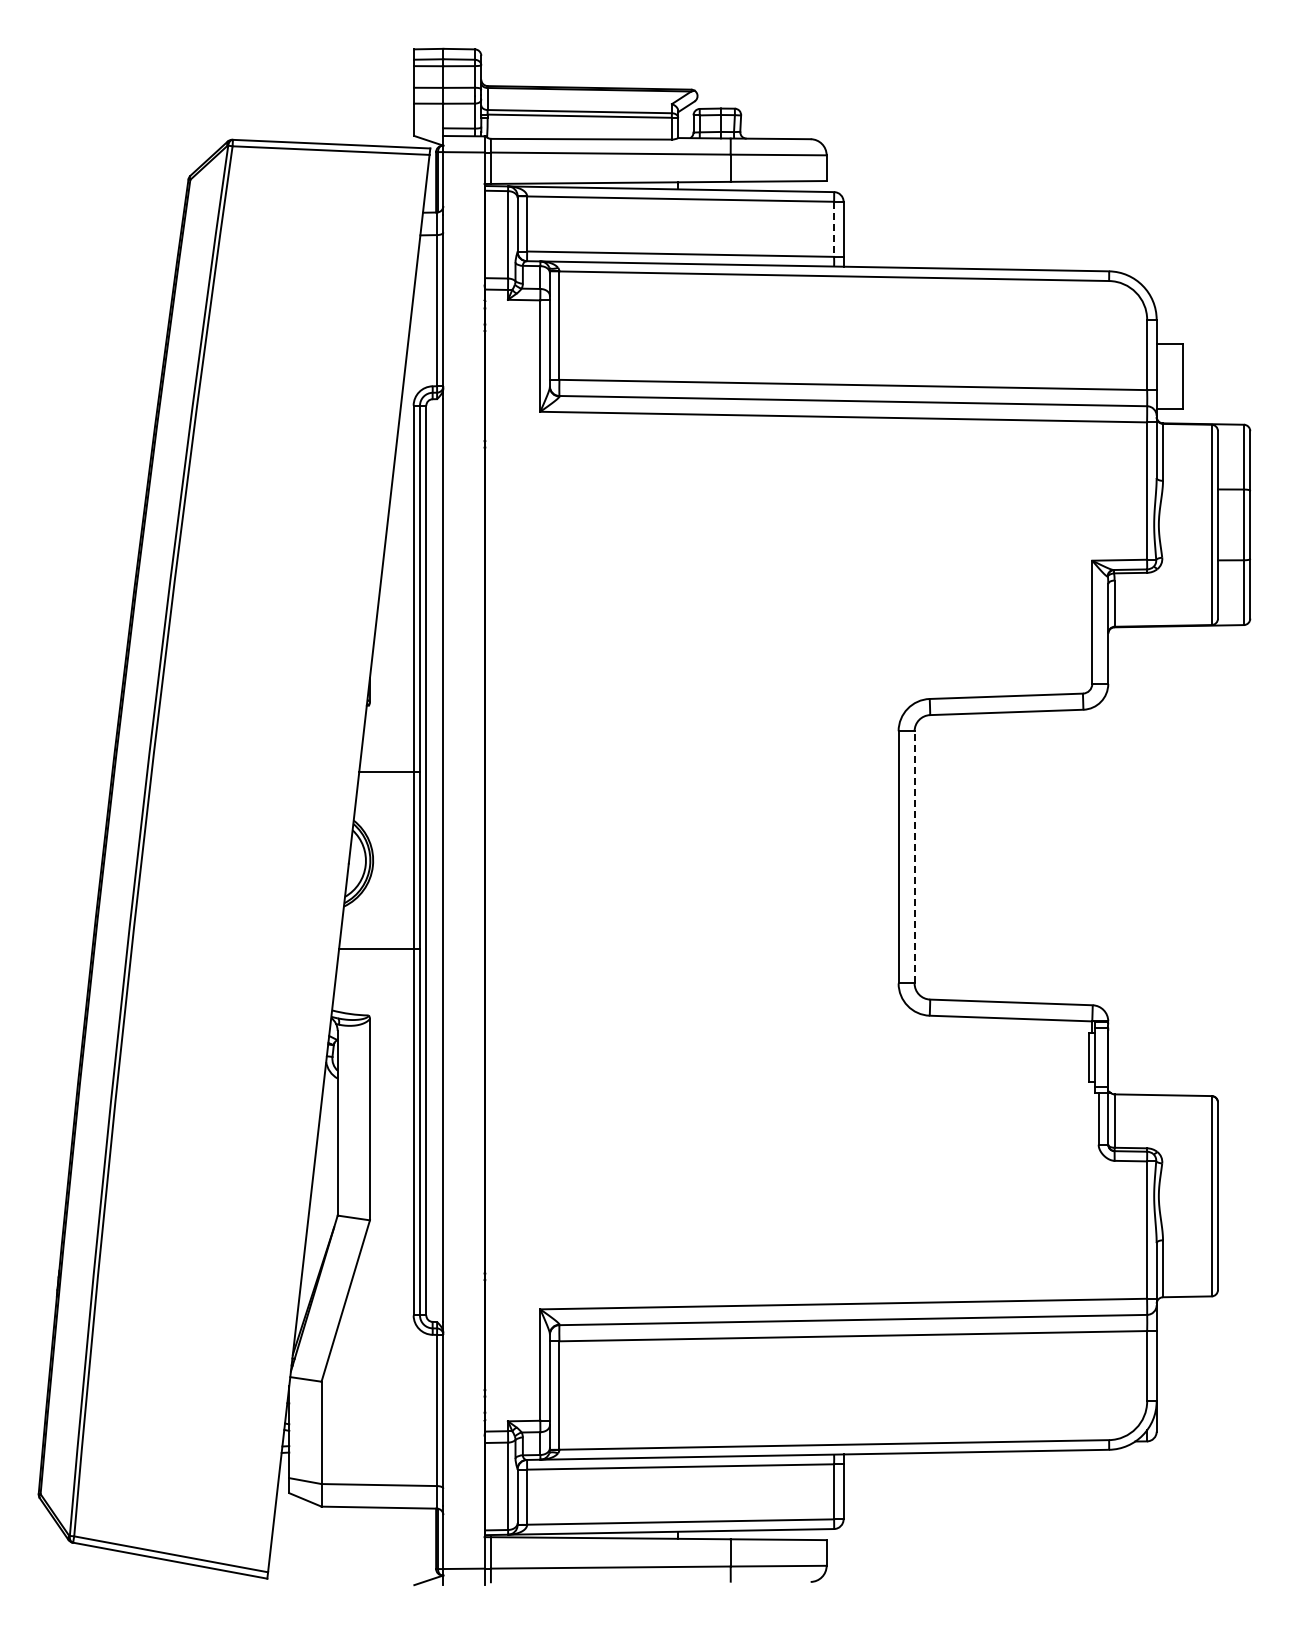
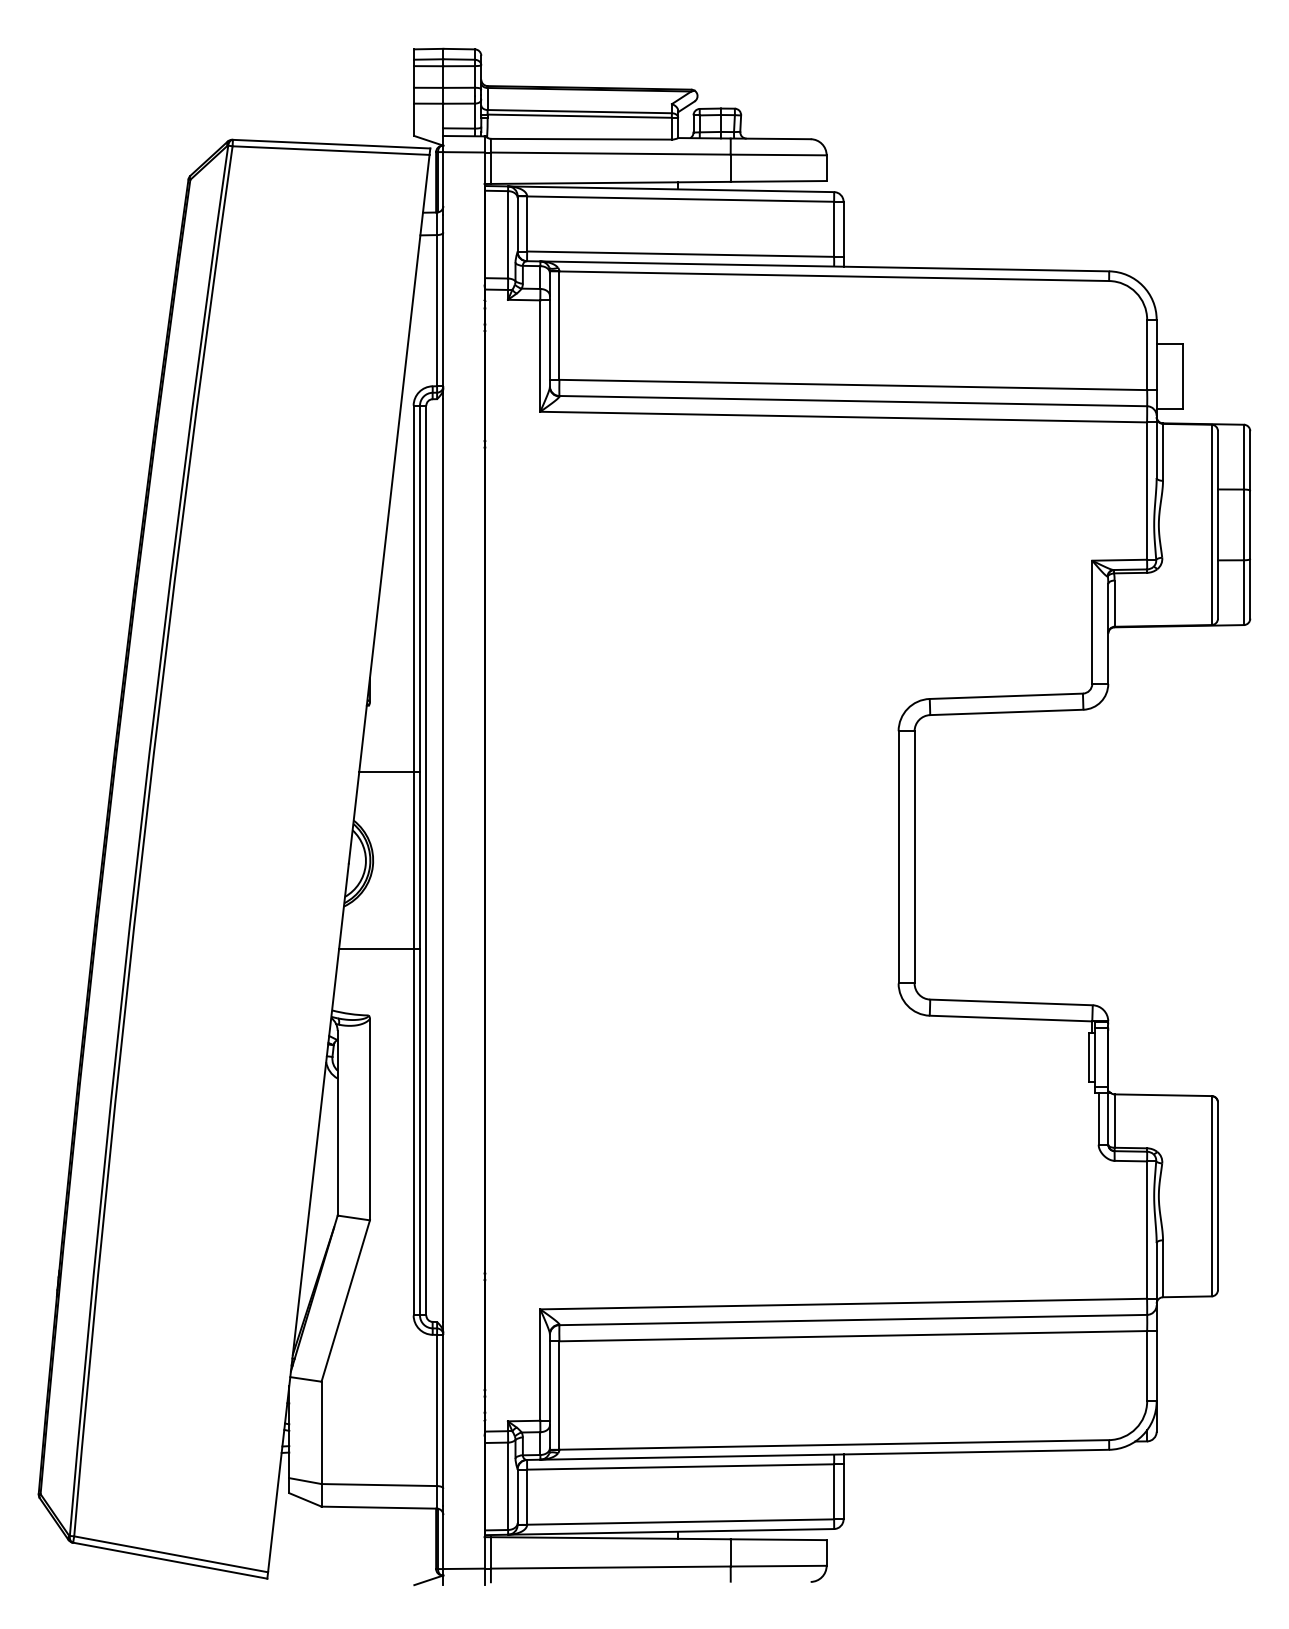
line at (834, 229): dashed -> solid
line at (914, 856): dashed -> solid
